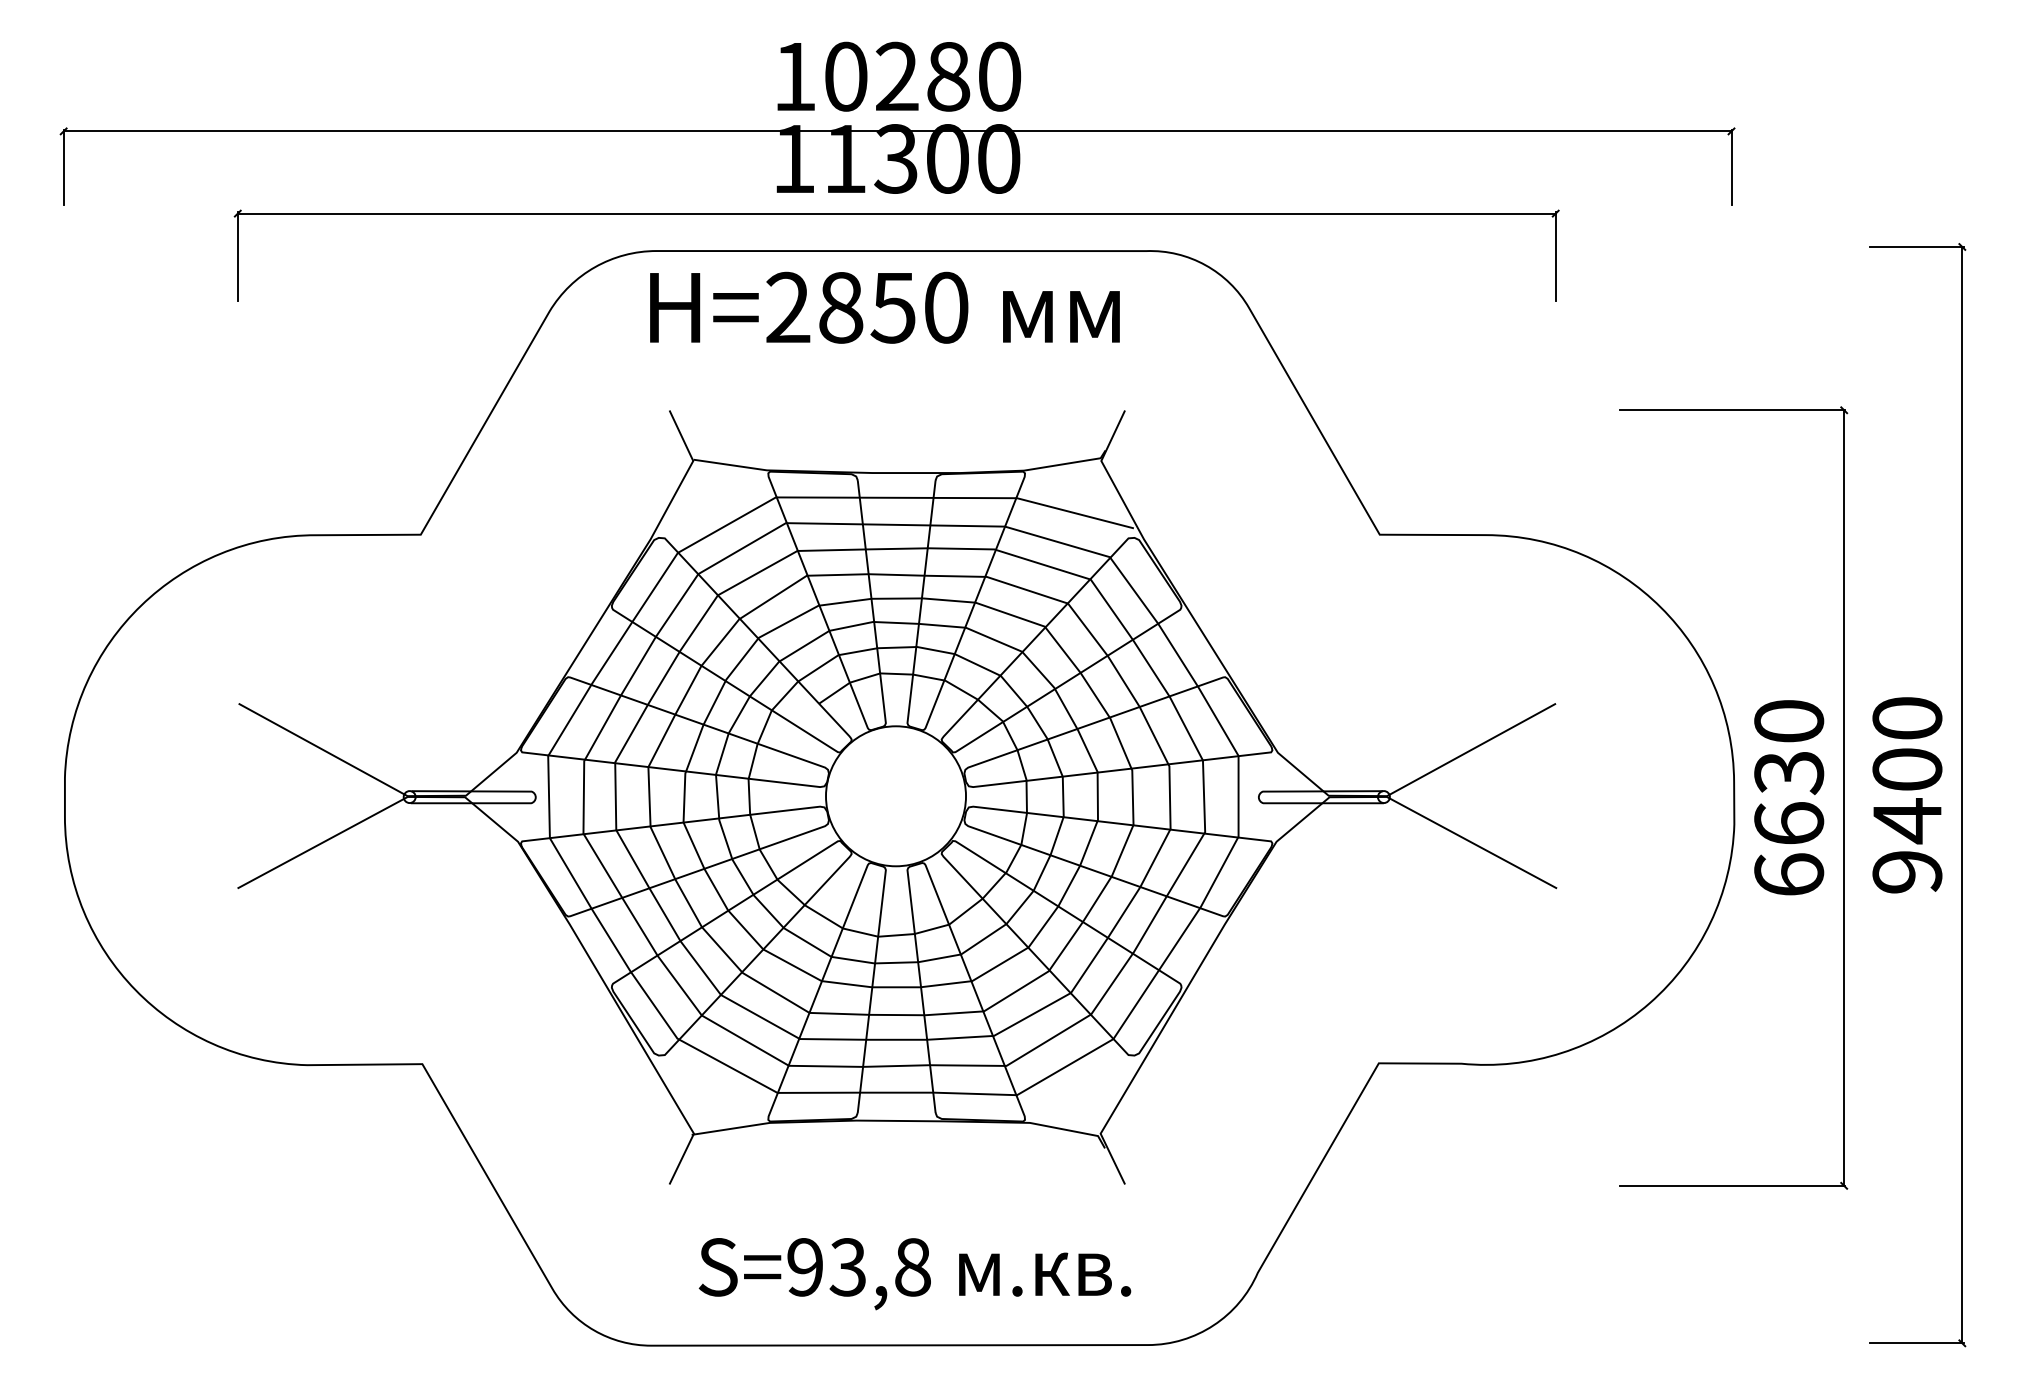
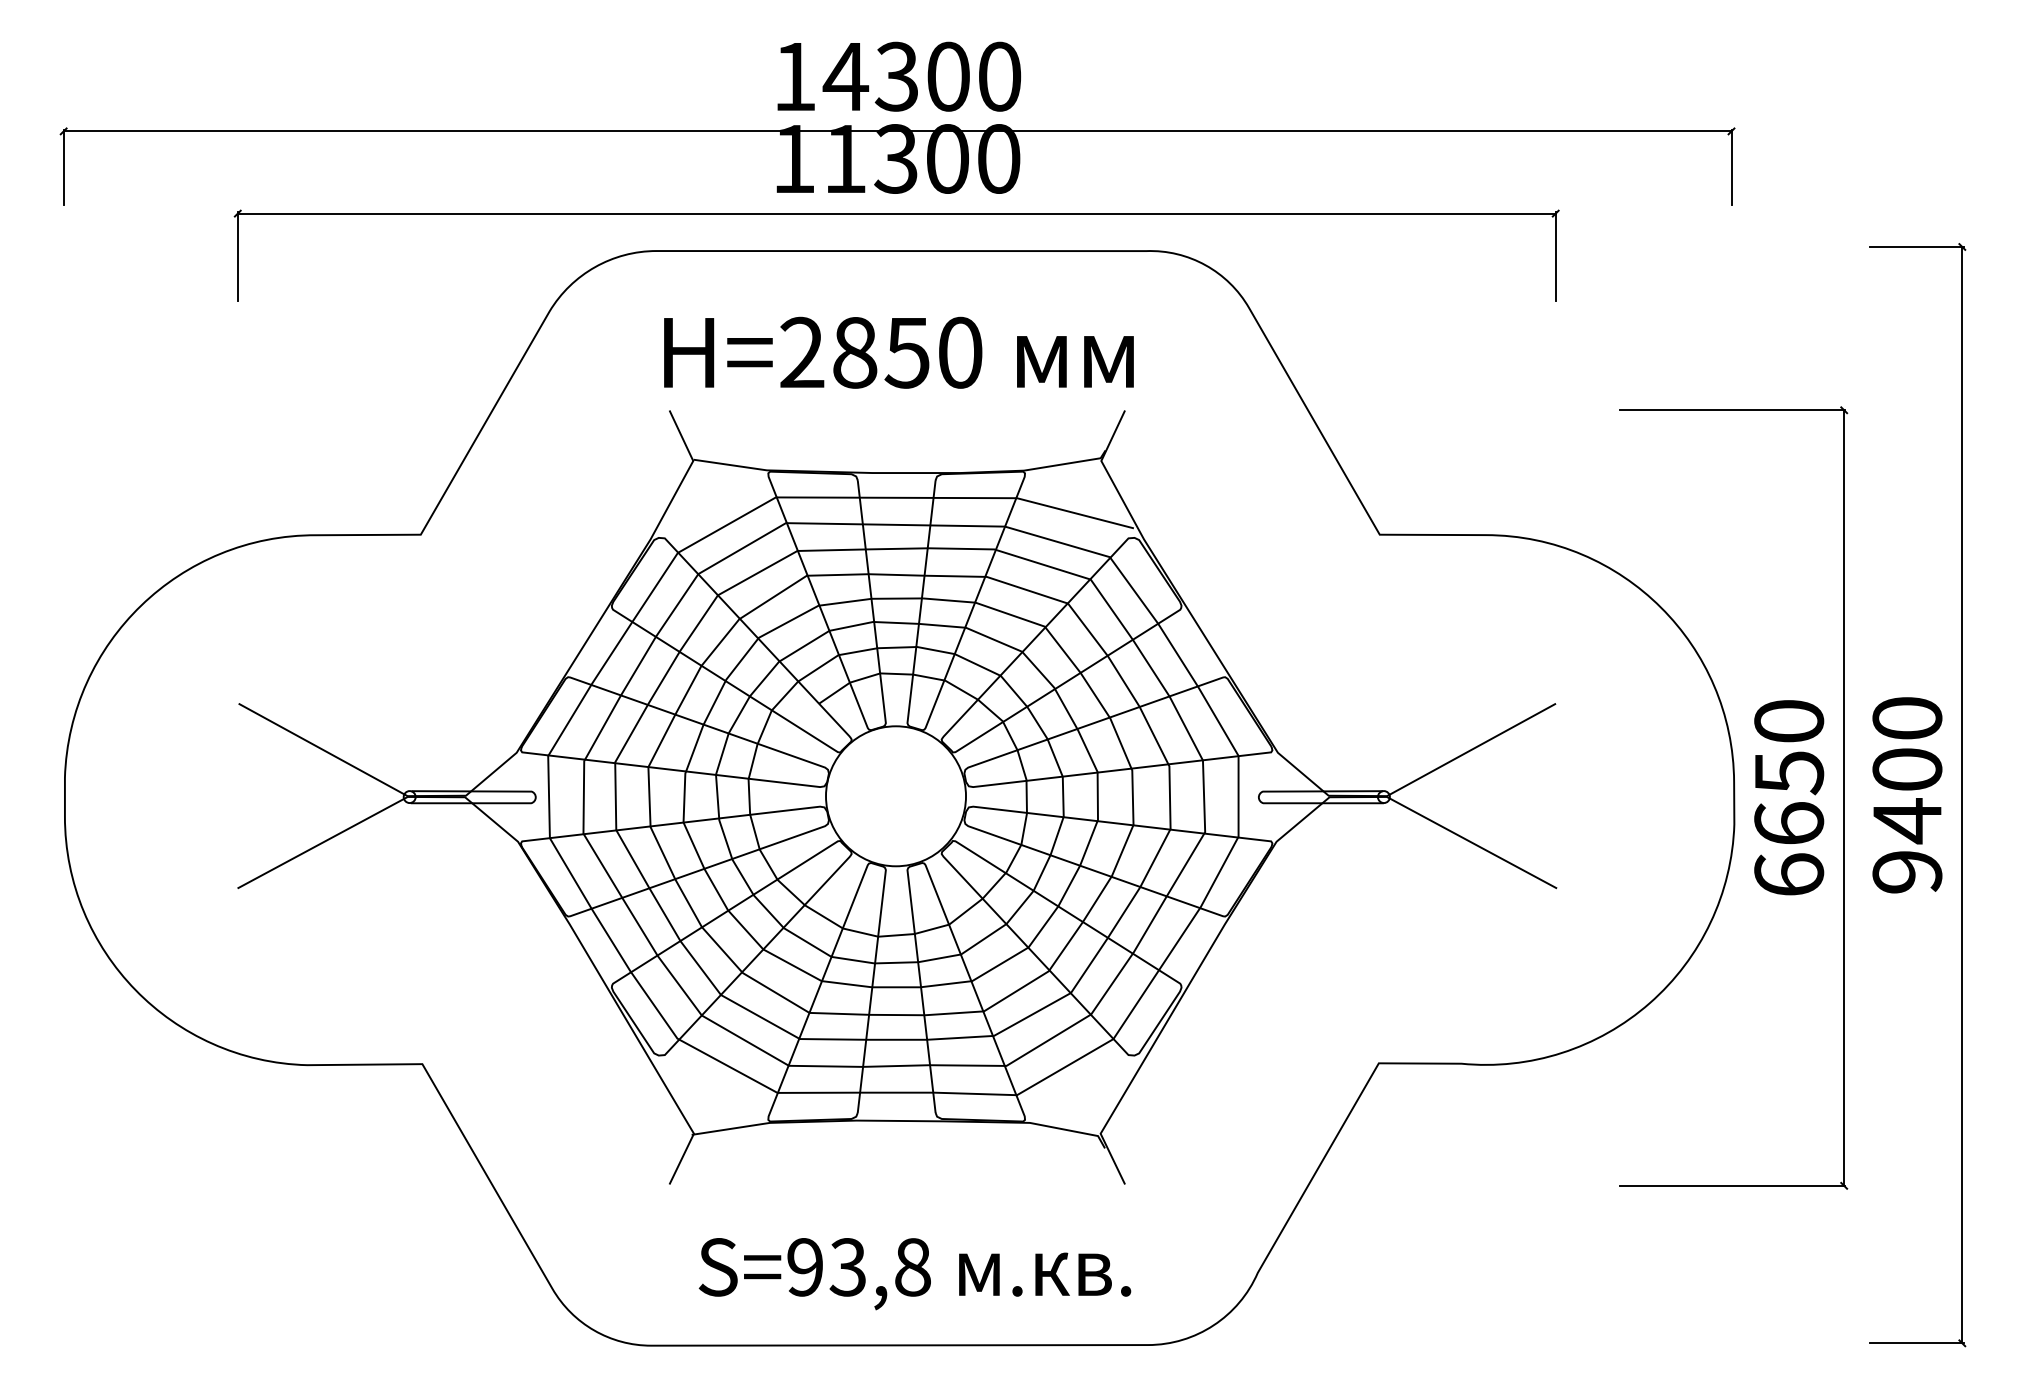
text at (896, 76): 10280 -> 14300
text at (884, 307) position: (884, 307) -> (898, 352)
text at (1788, 773): 6630 -> 6650
